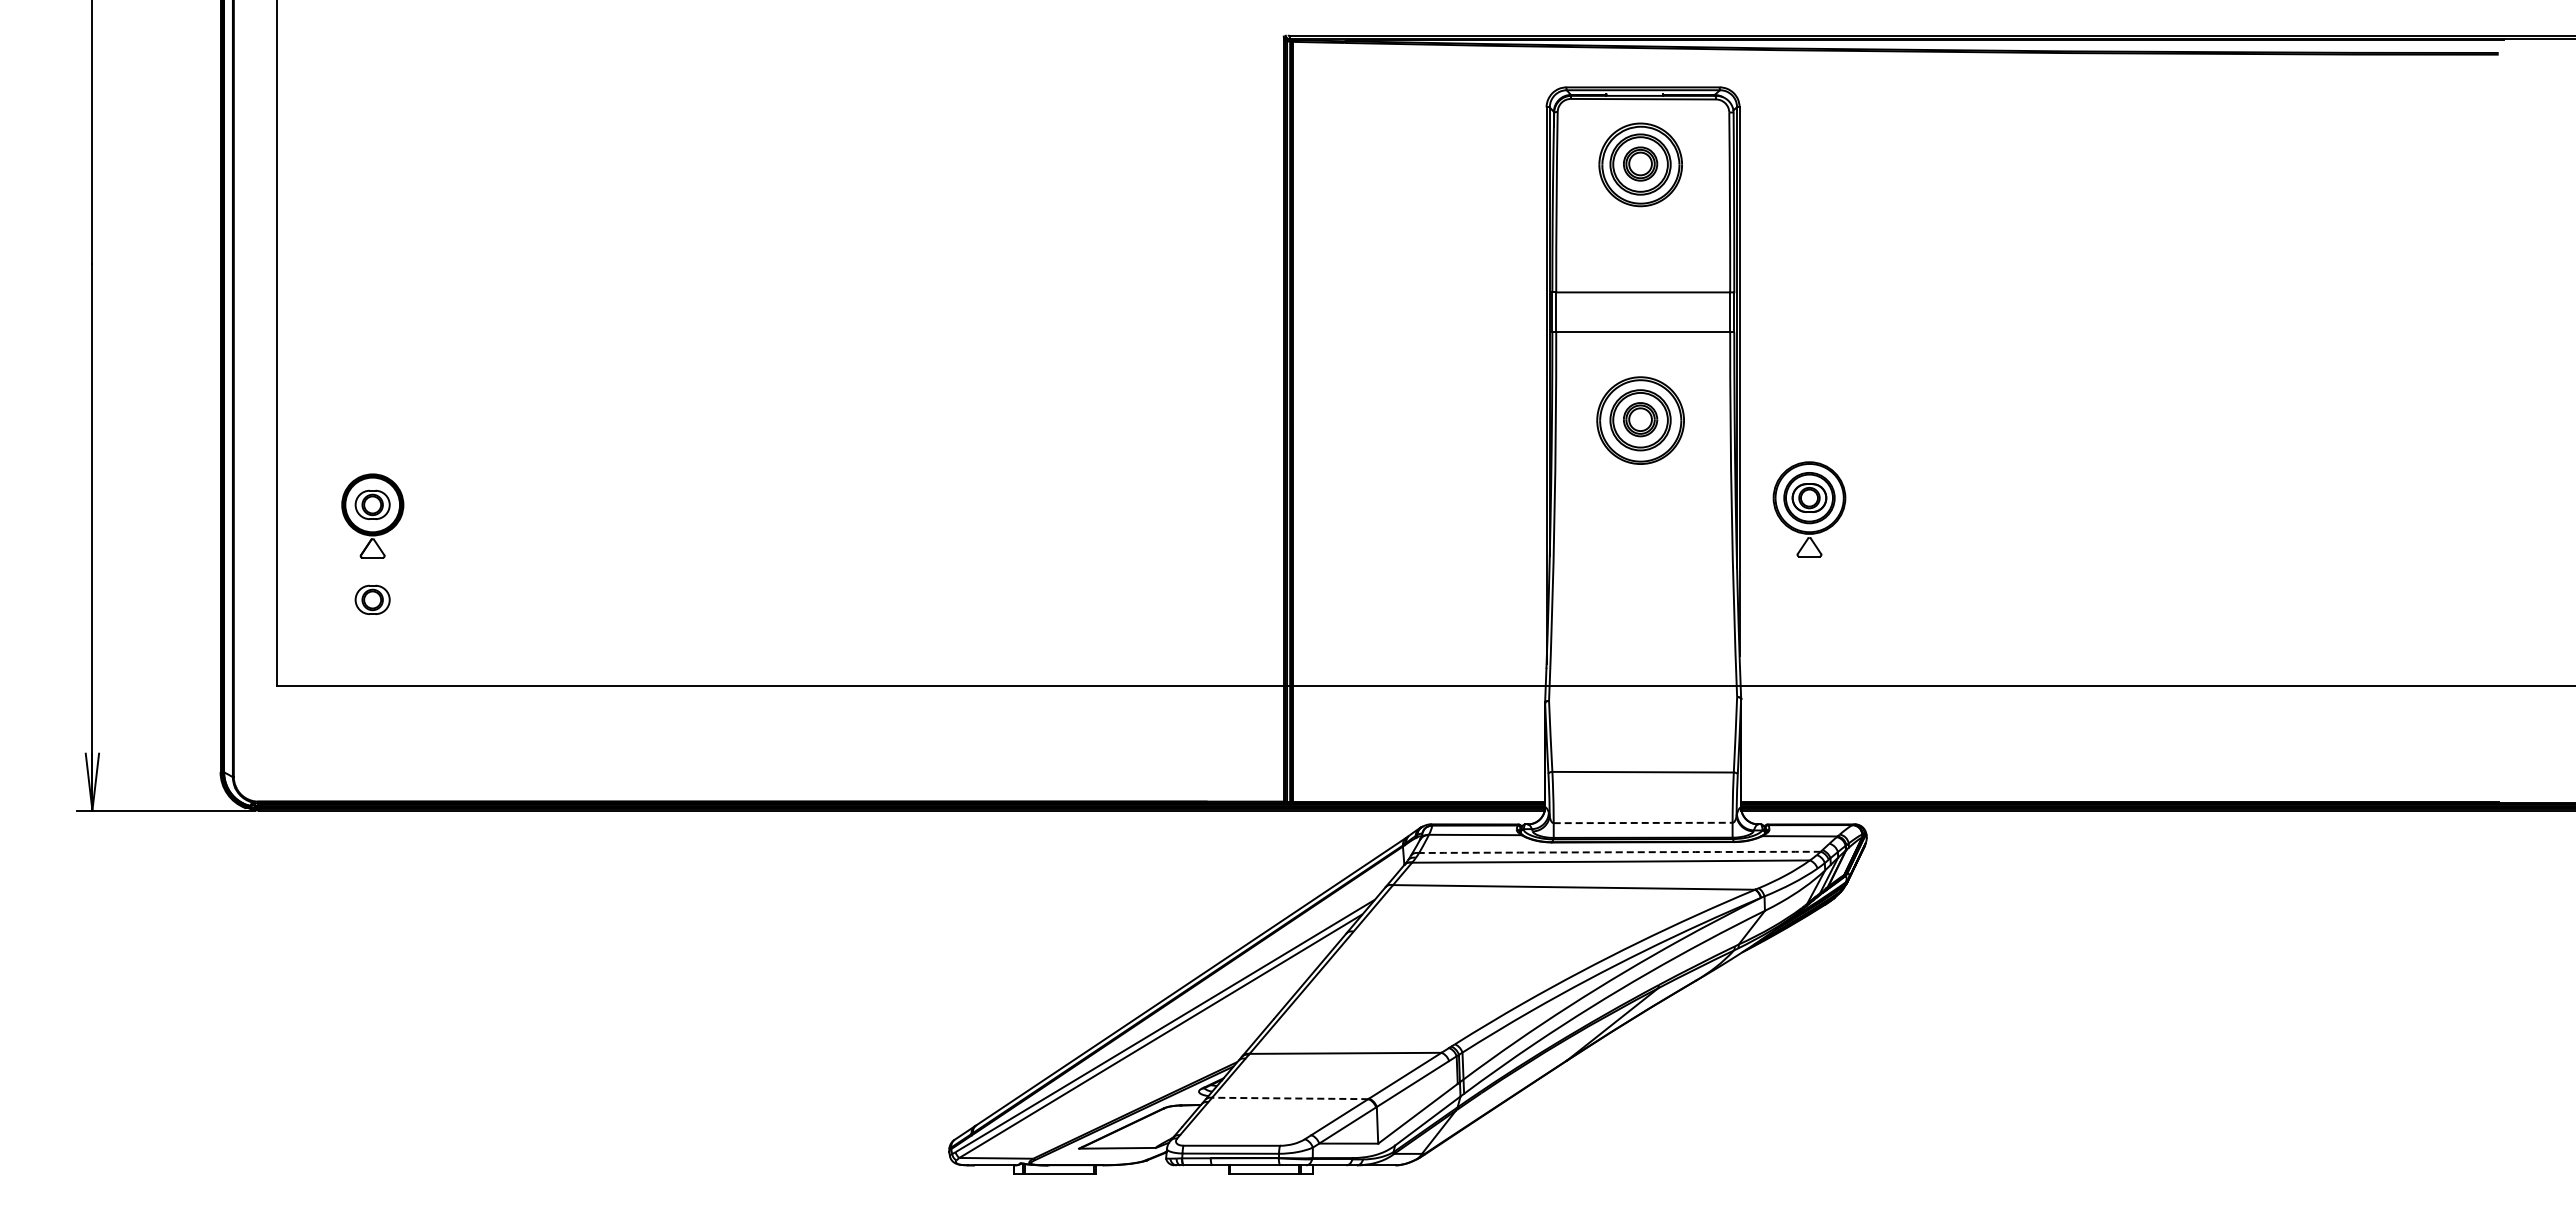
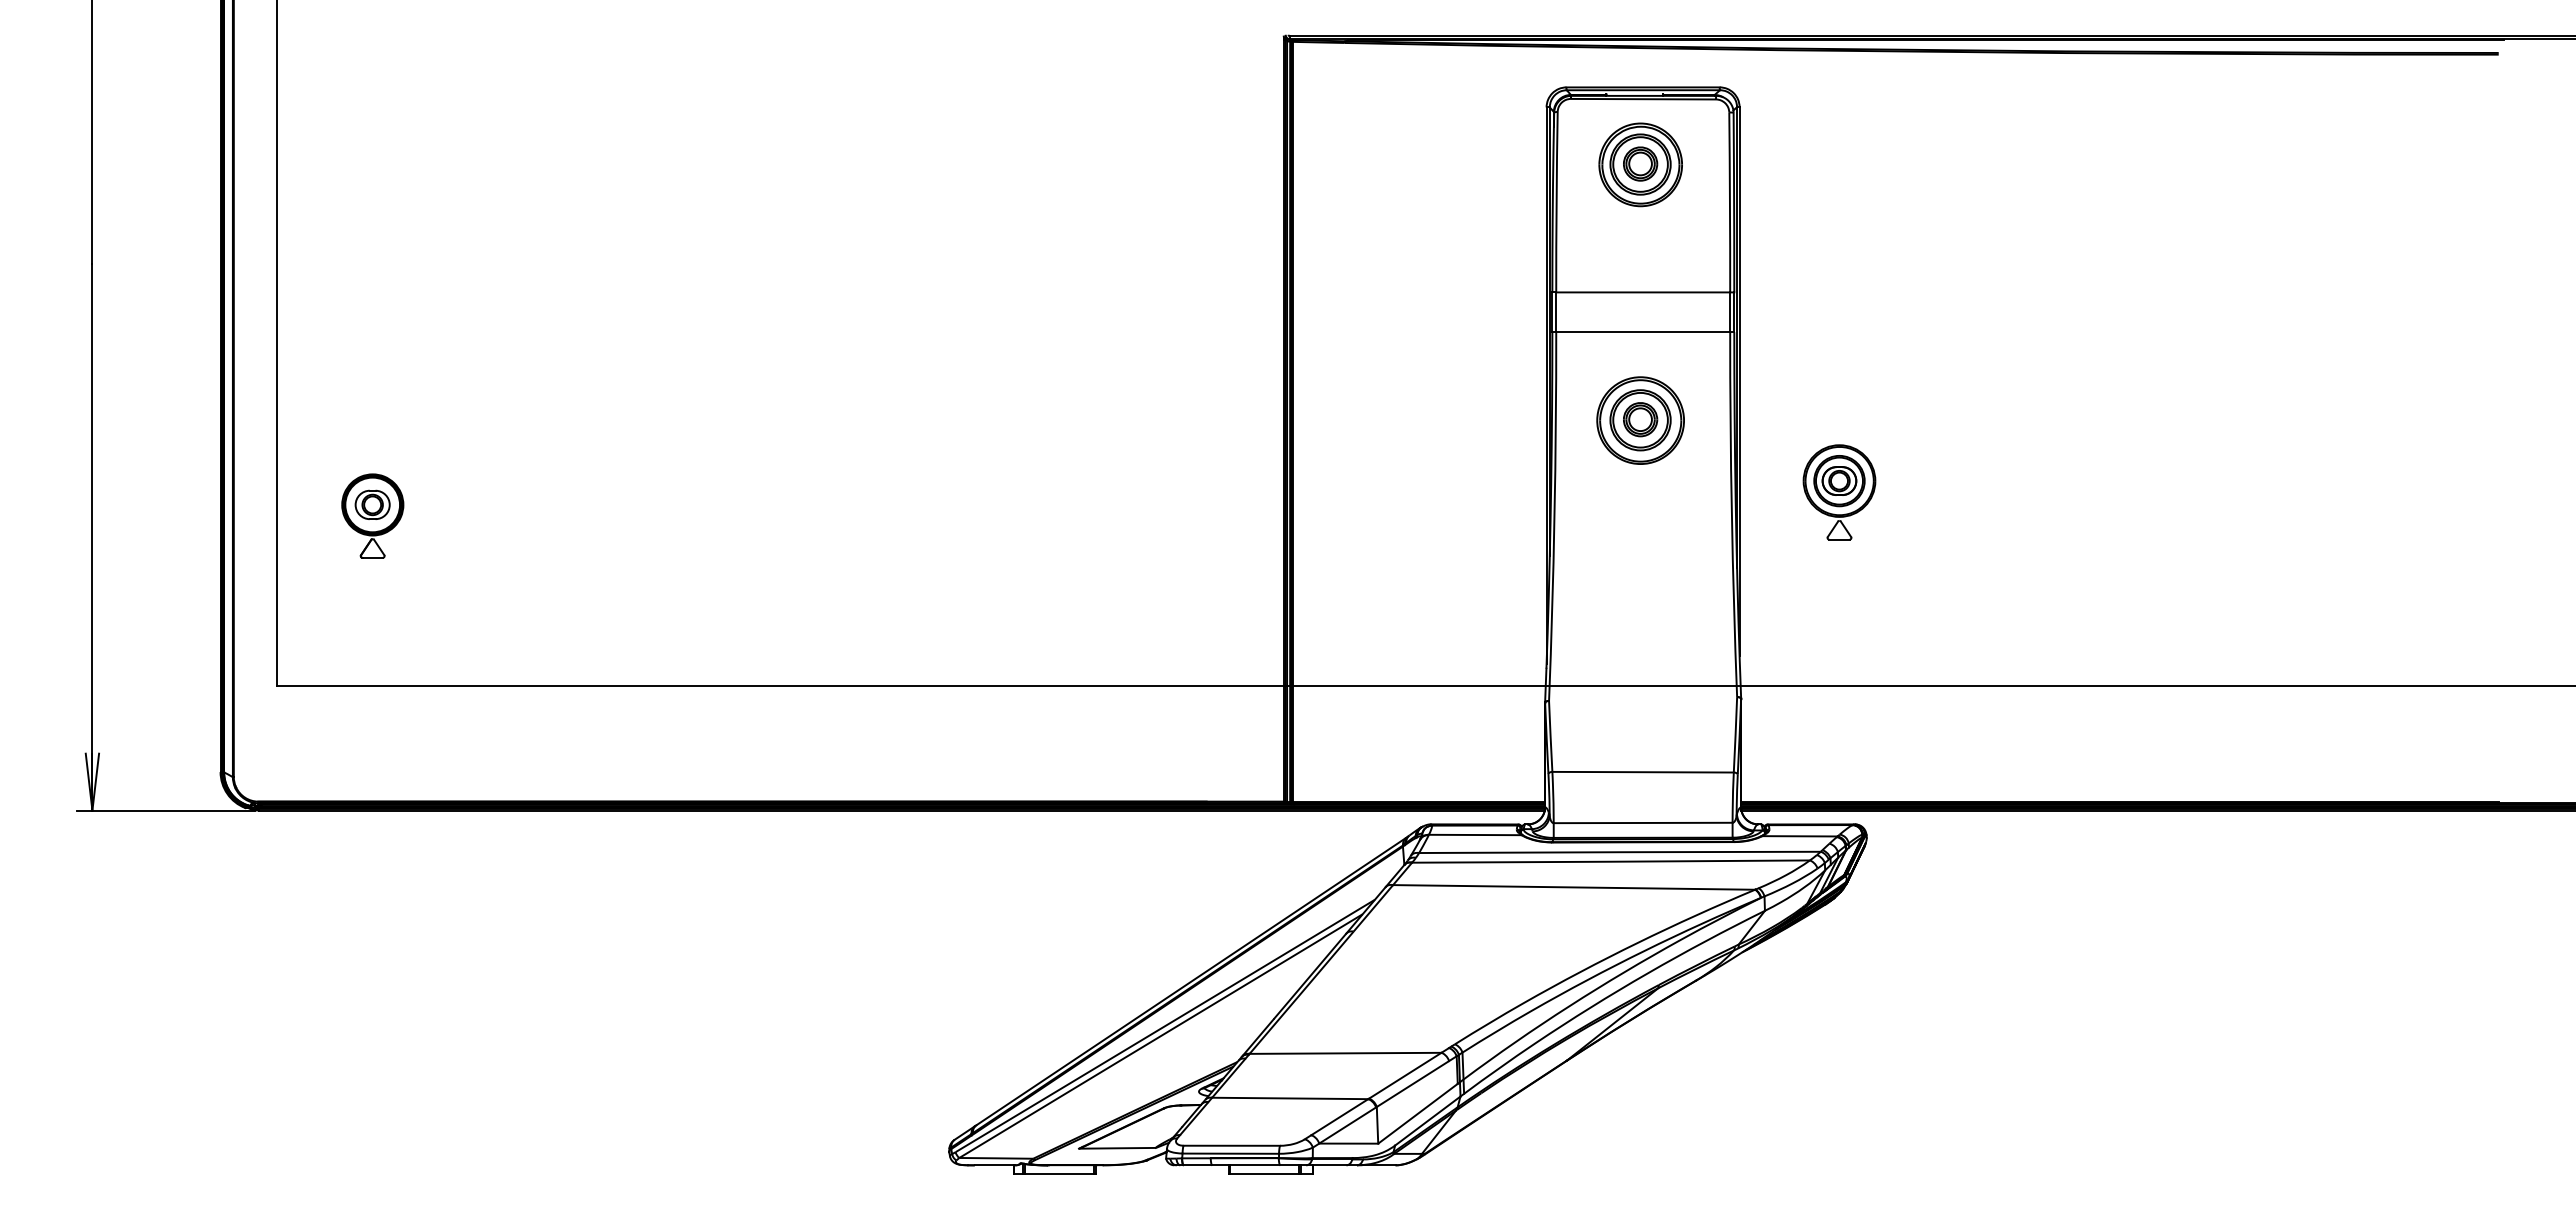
part at (1809, 509) position: (1809, 509) -> (1839, 492)
part at (372, 599): present -> none
line at (1643, 822): dashed -> solid
arc at (1619, 852): dashed -> solid
line at (1289, 1098): dashed -> solid
